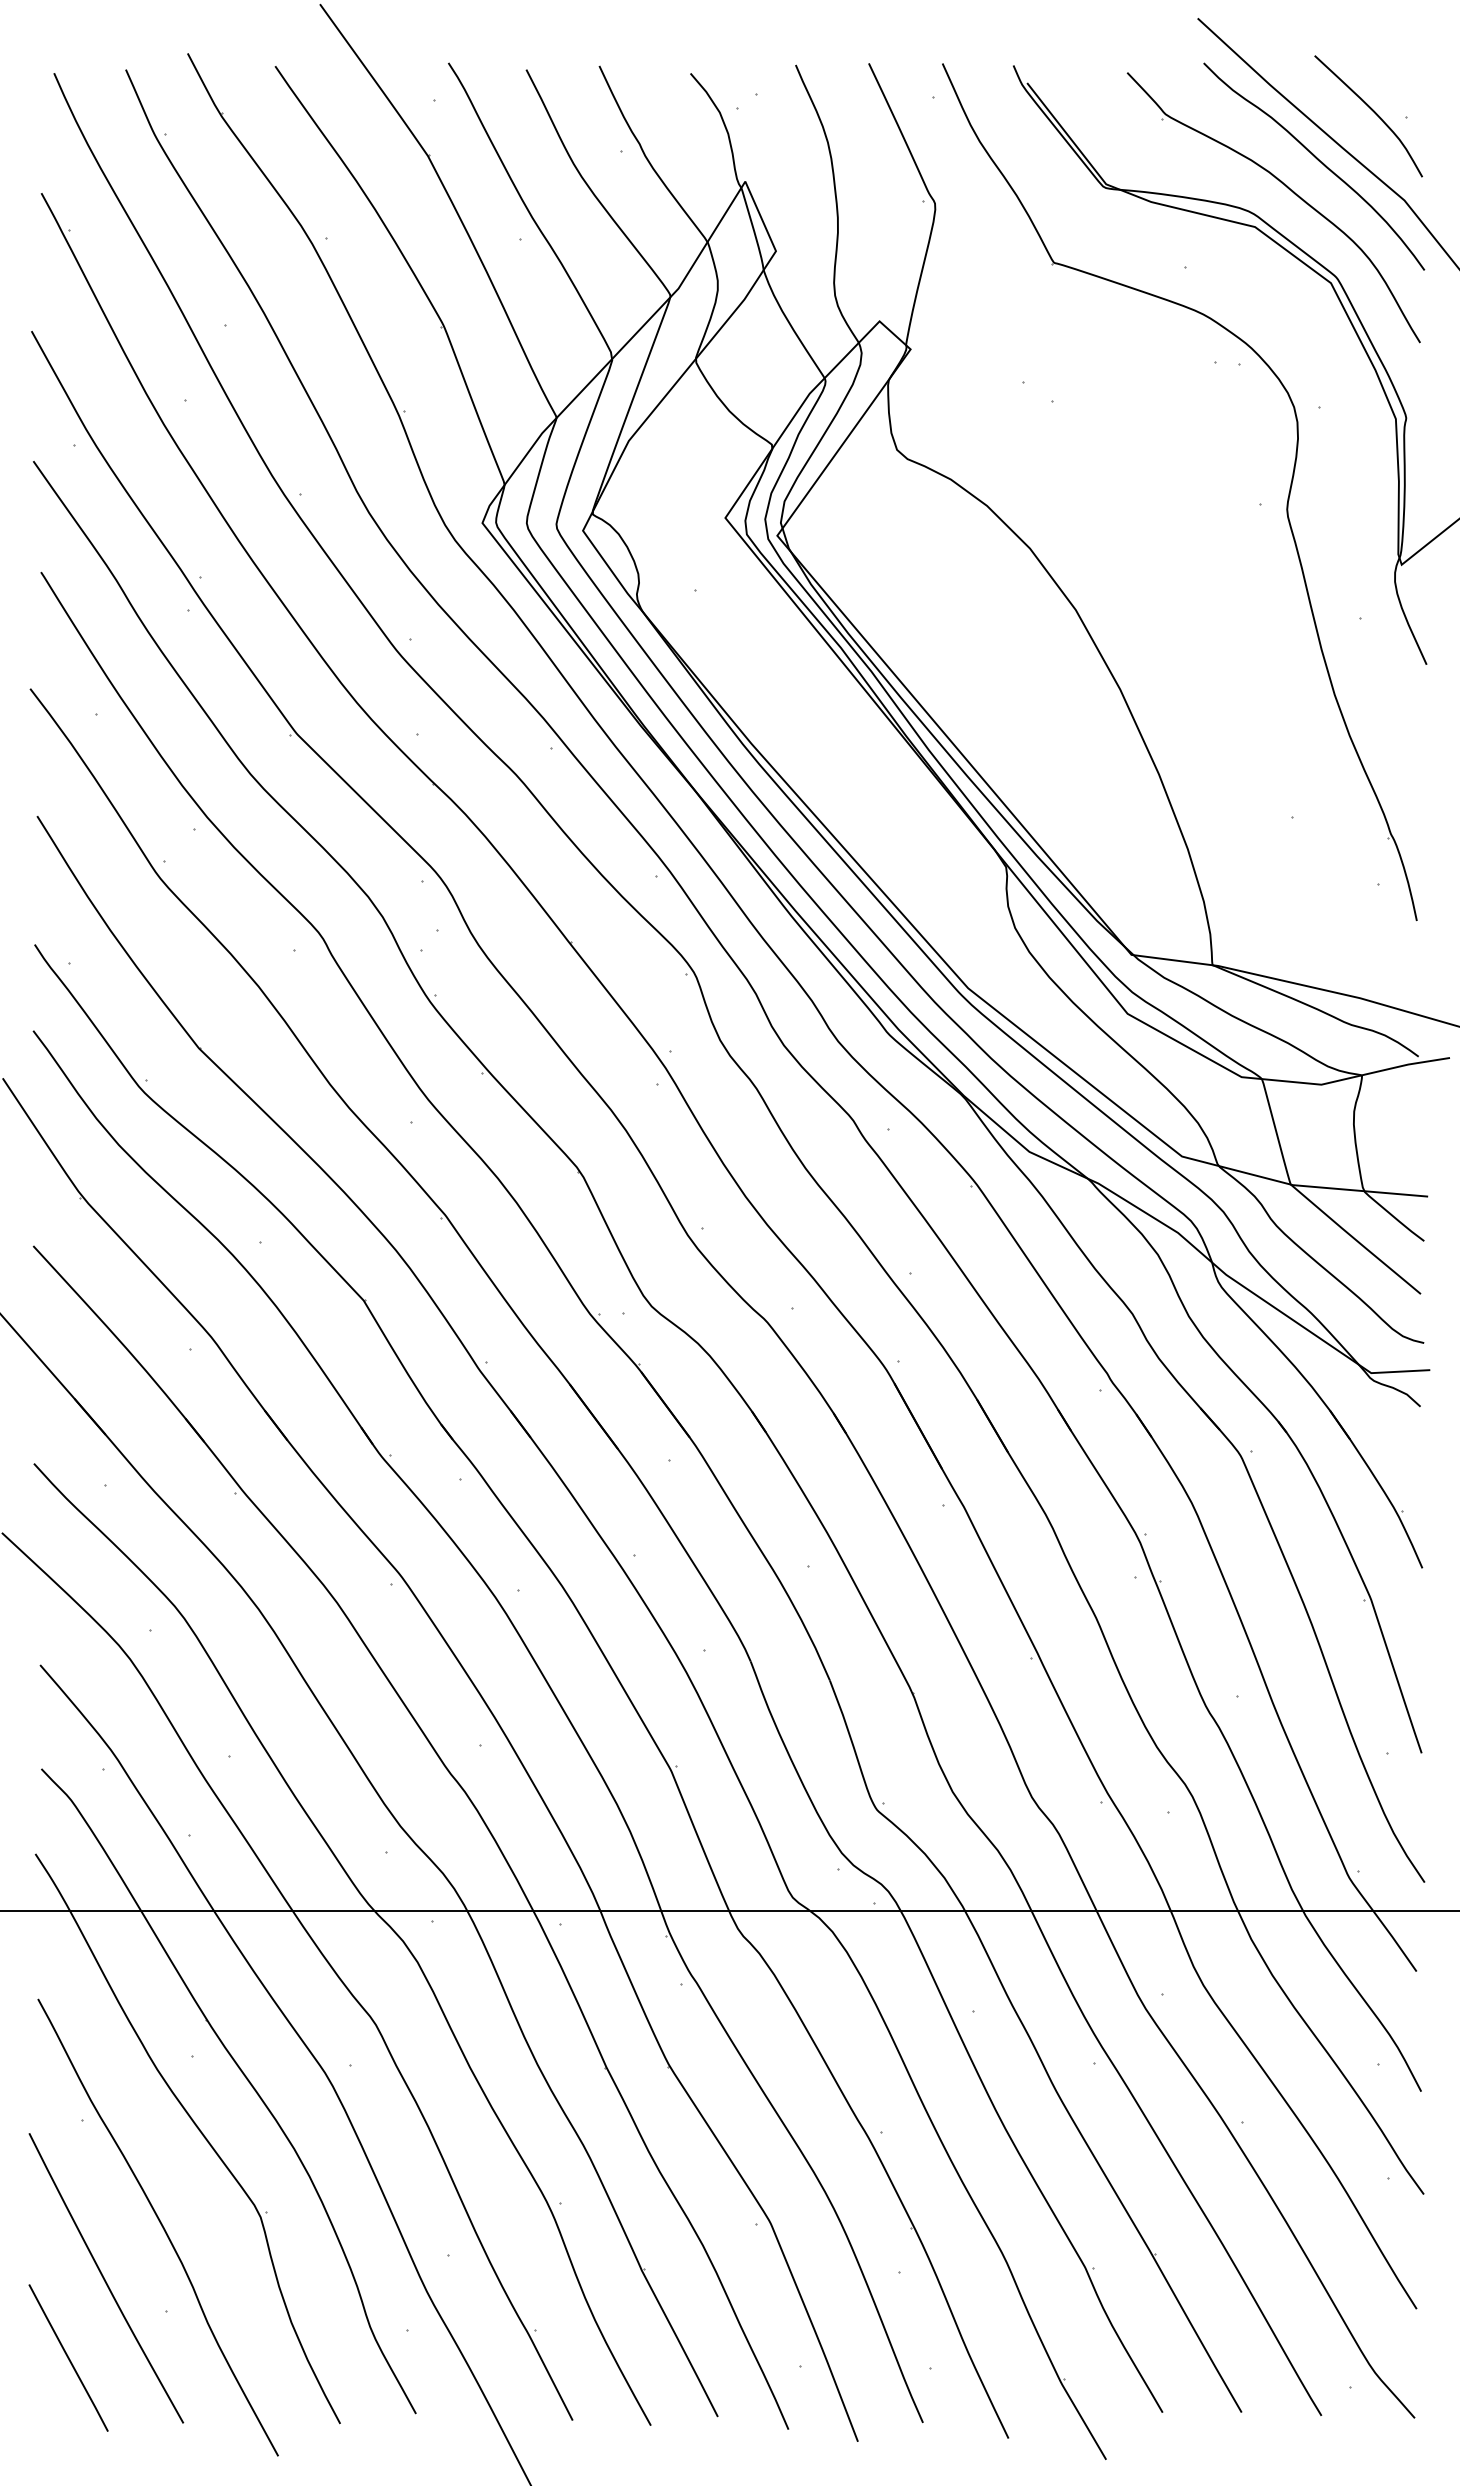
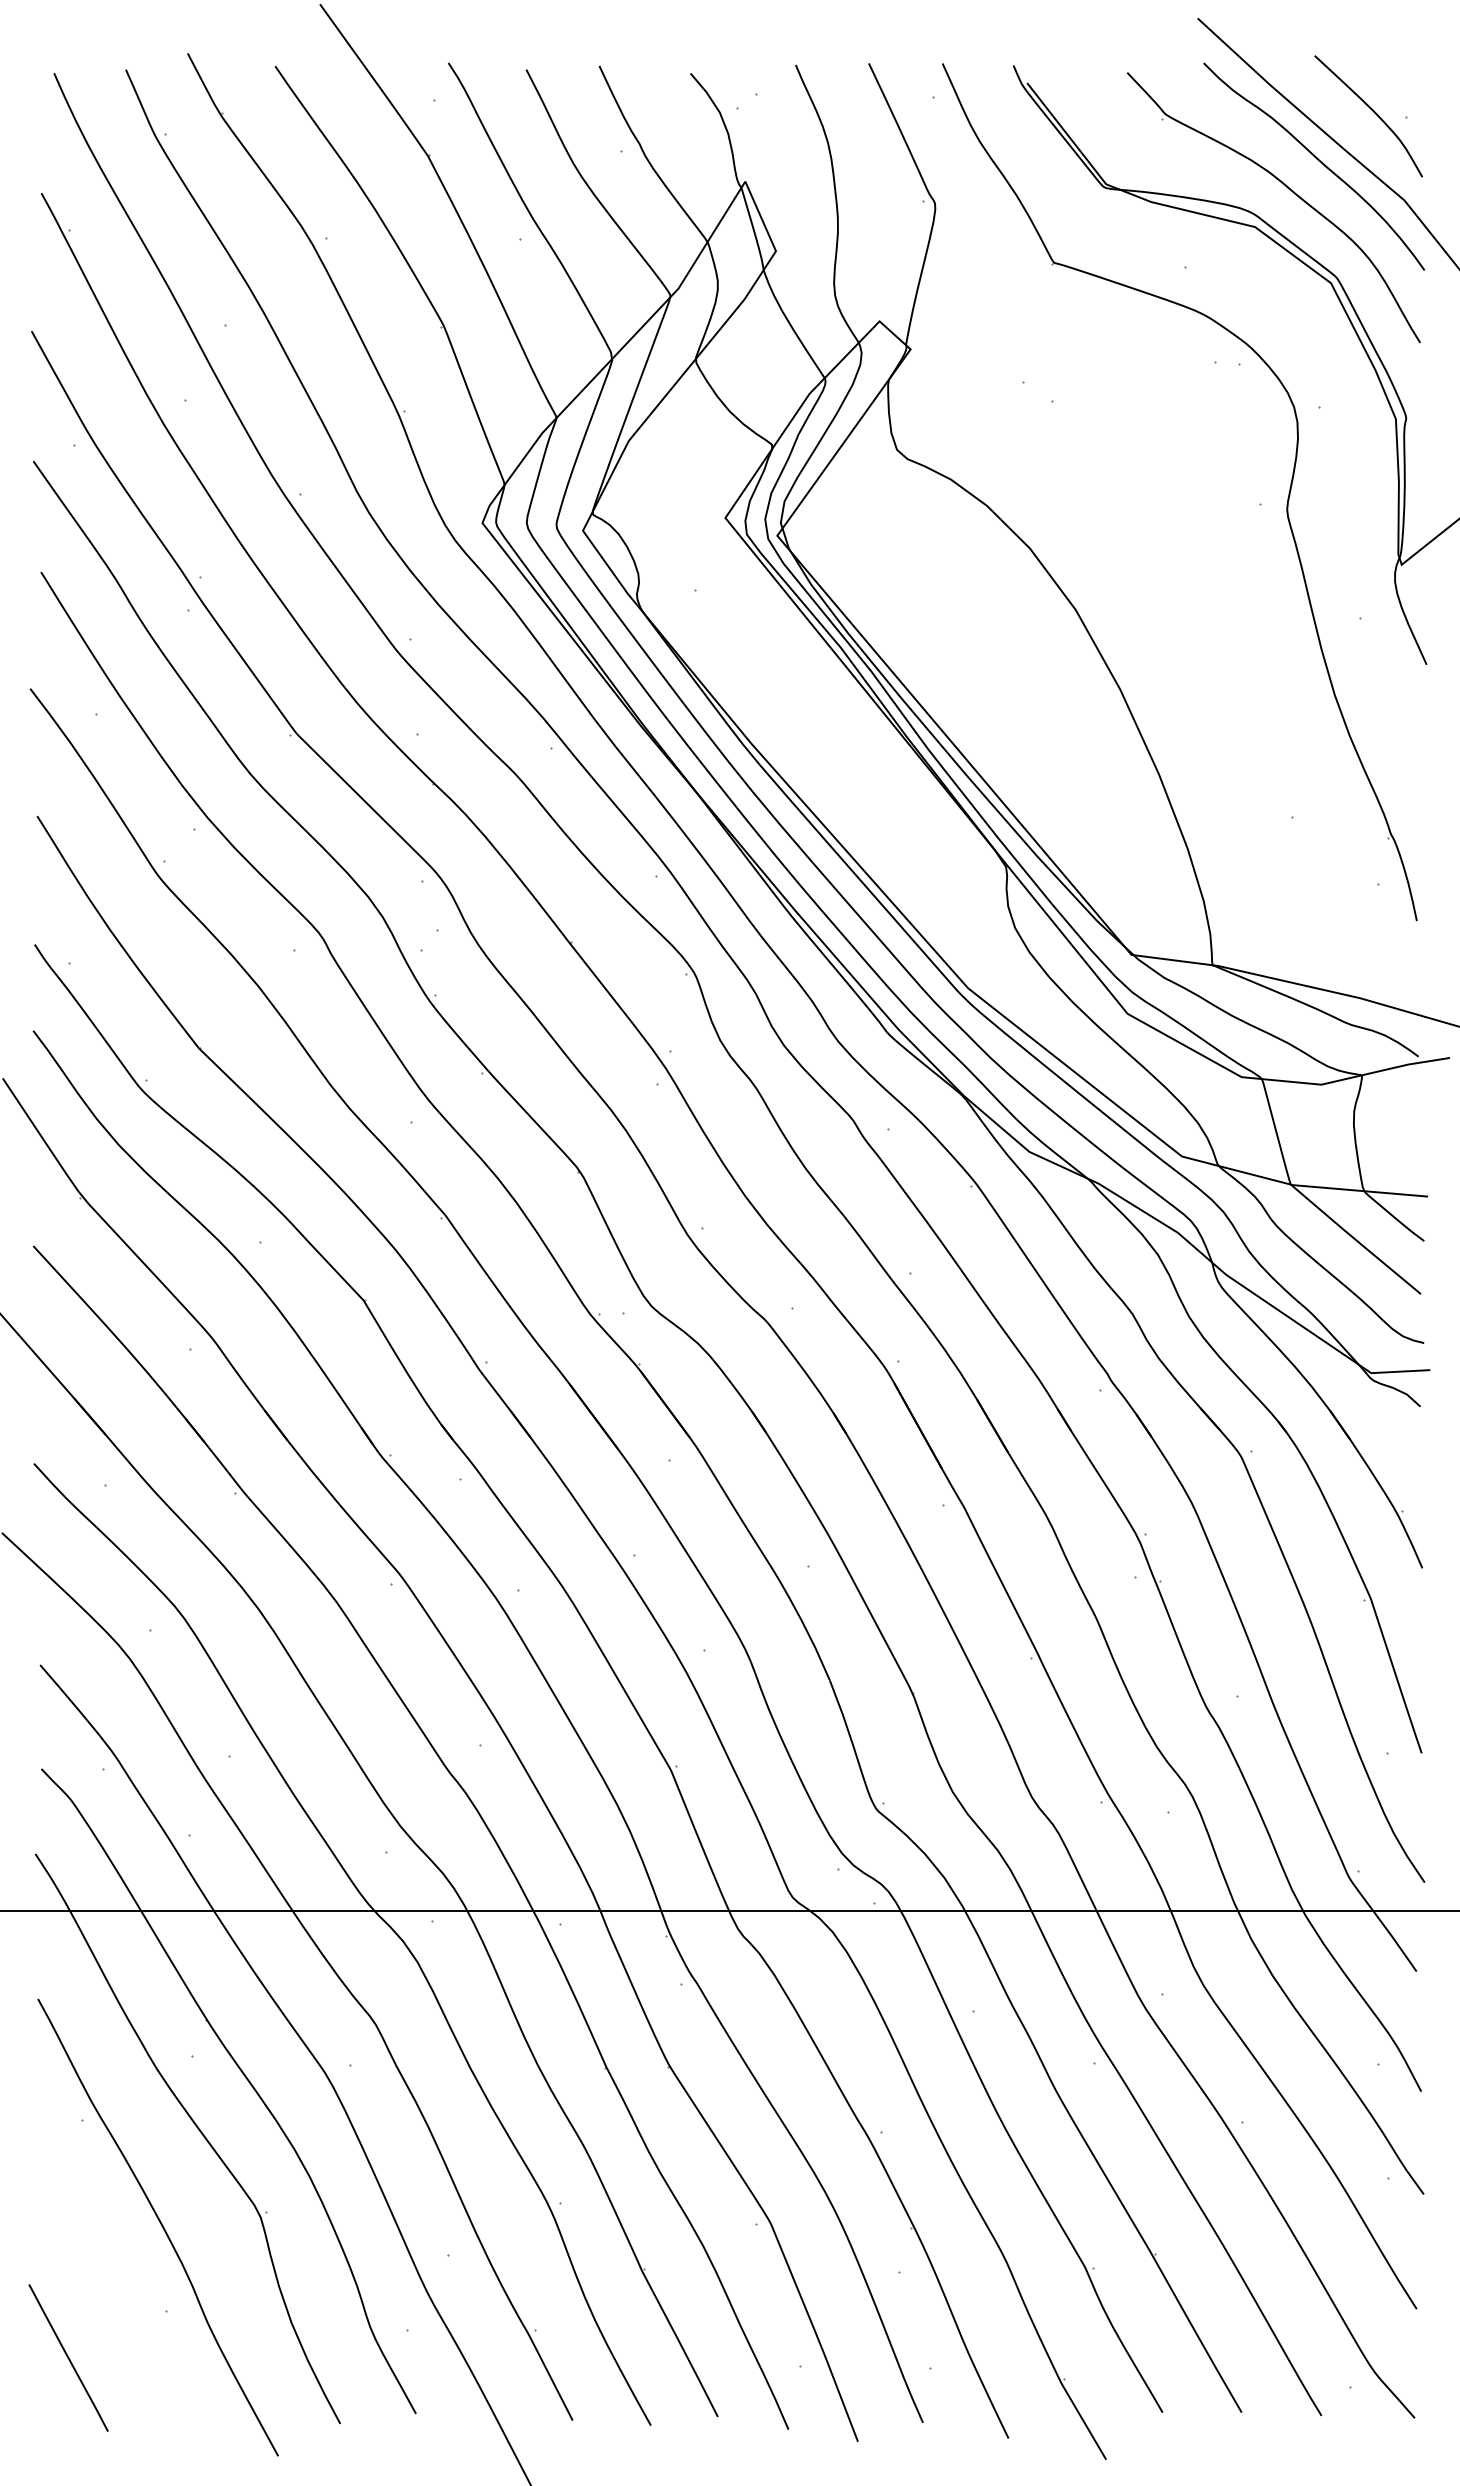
curve at (105, 2279): present -> none
